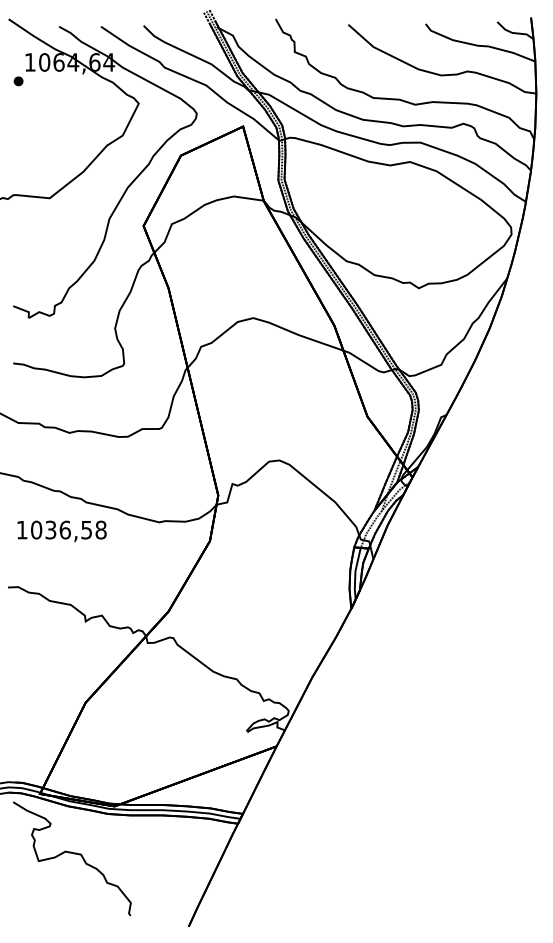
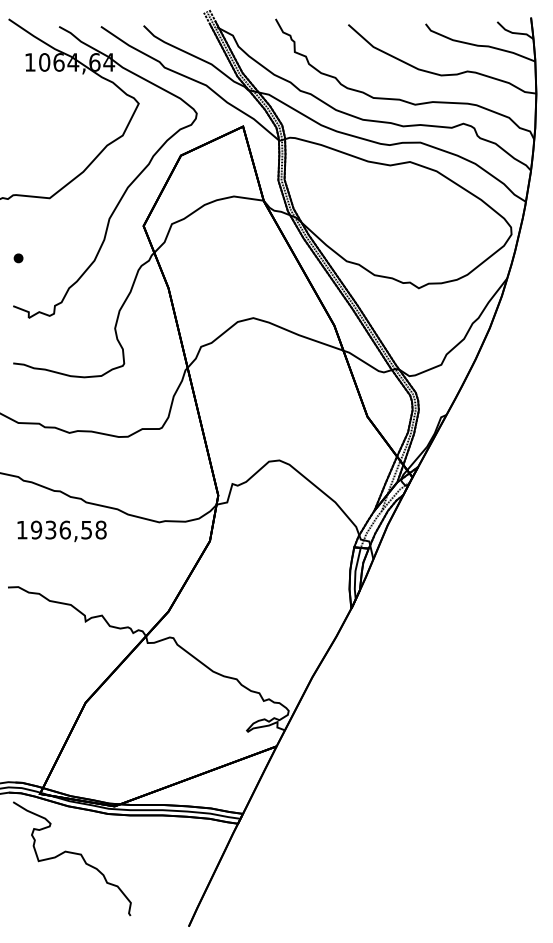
part at (18, 81) position: (18, 81) -> (18, 258)
text at (36, 530): 1036,58 -> 1936,58
